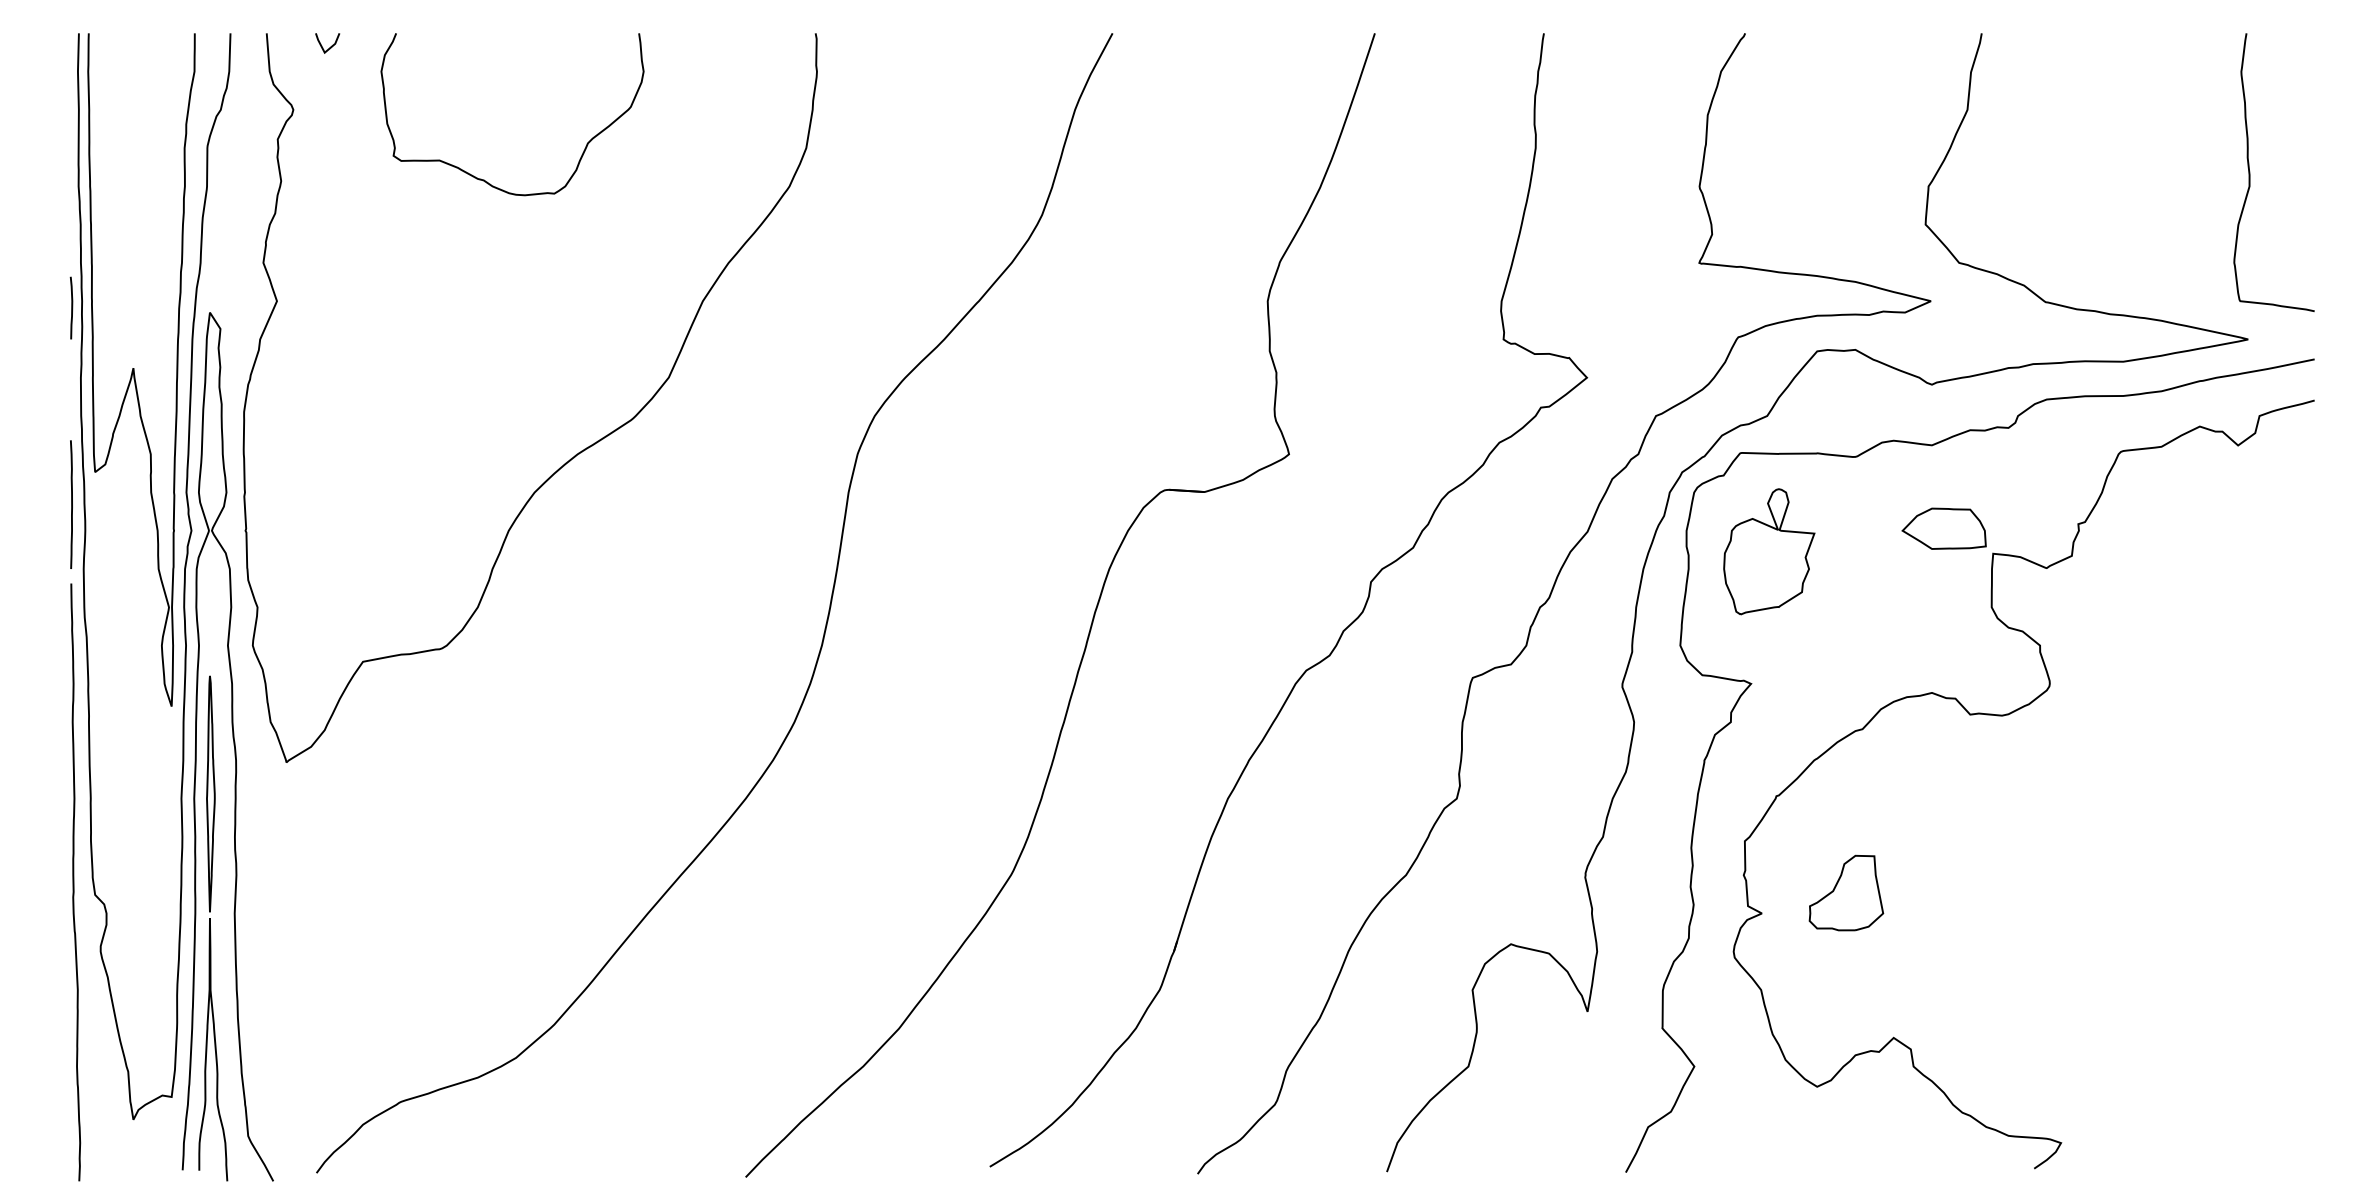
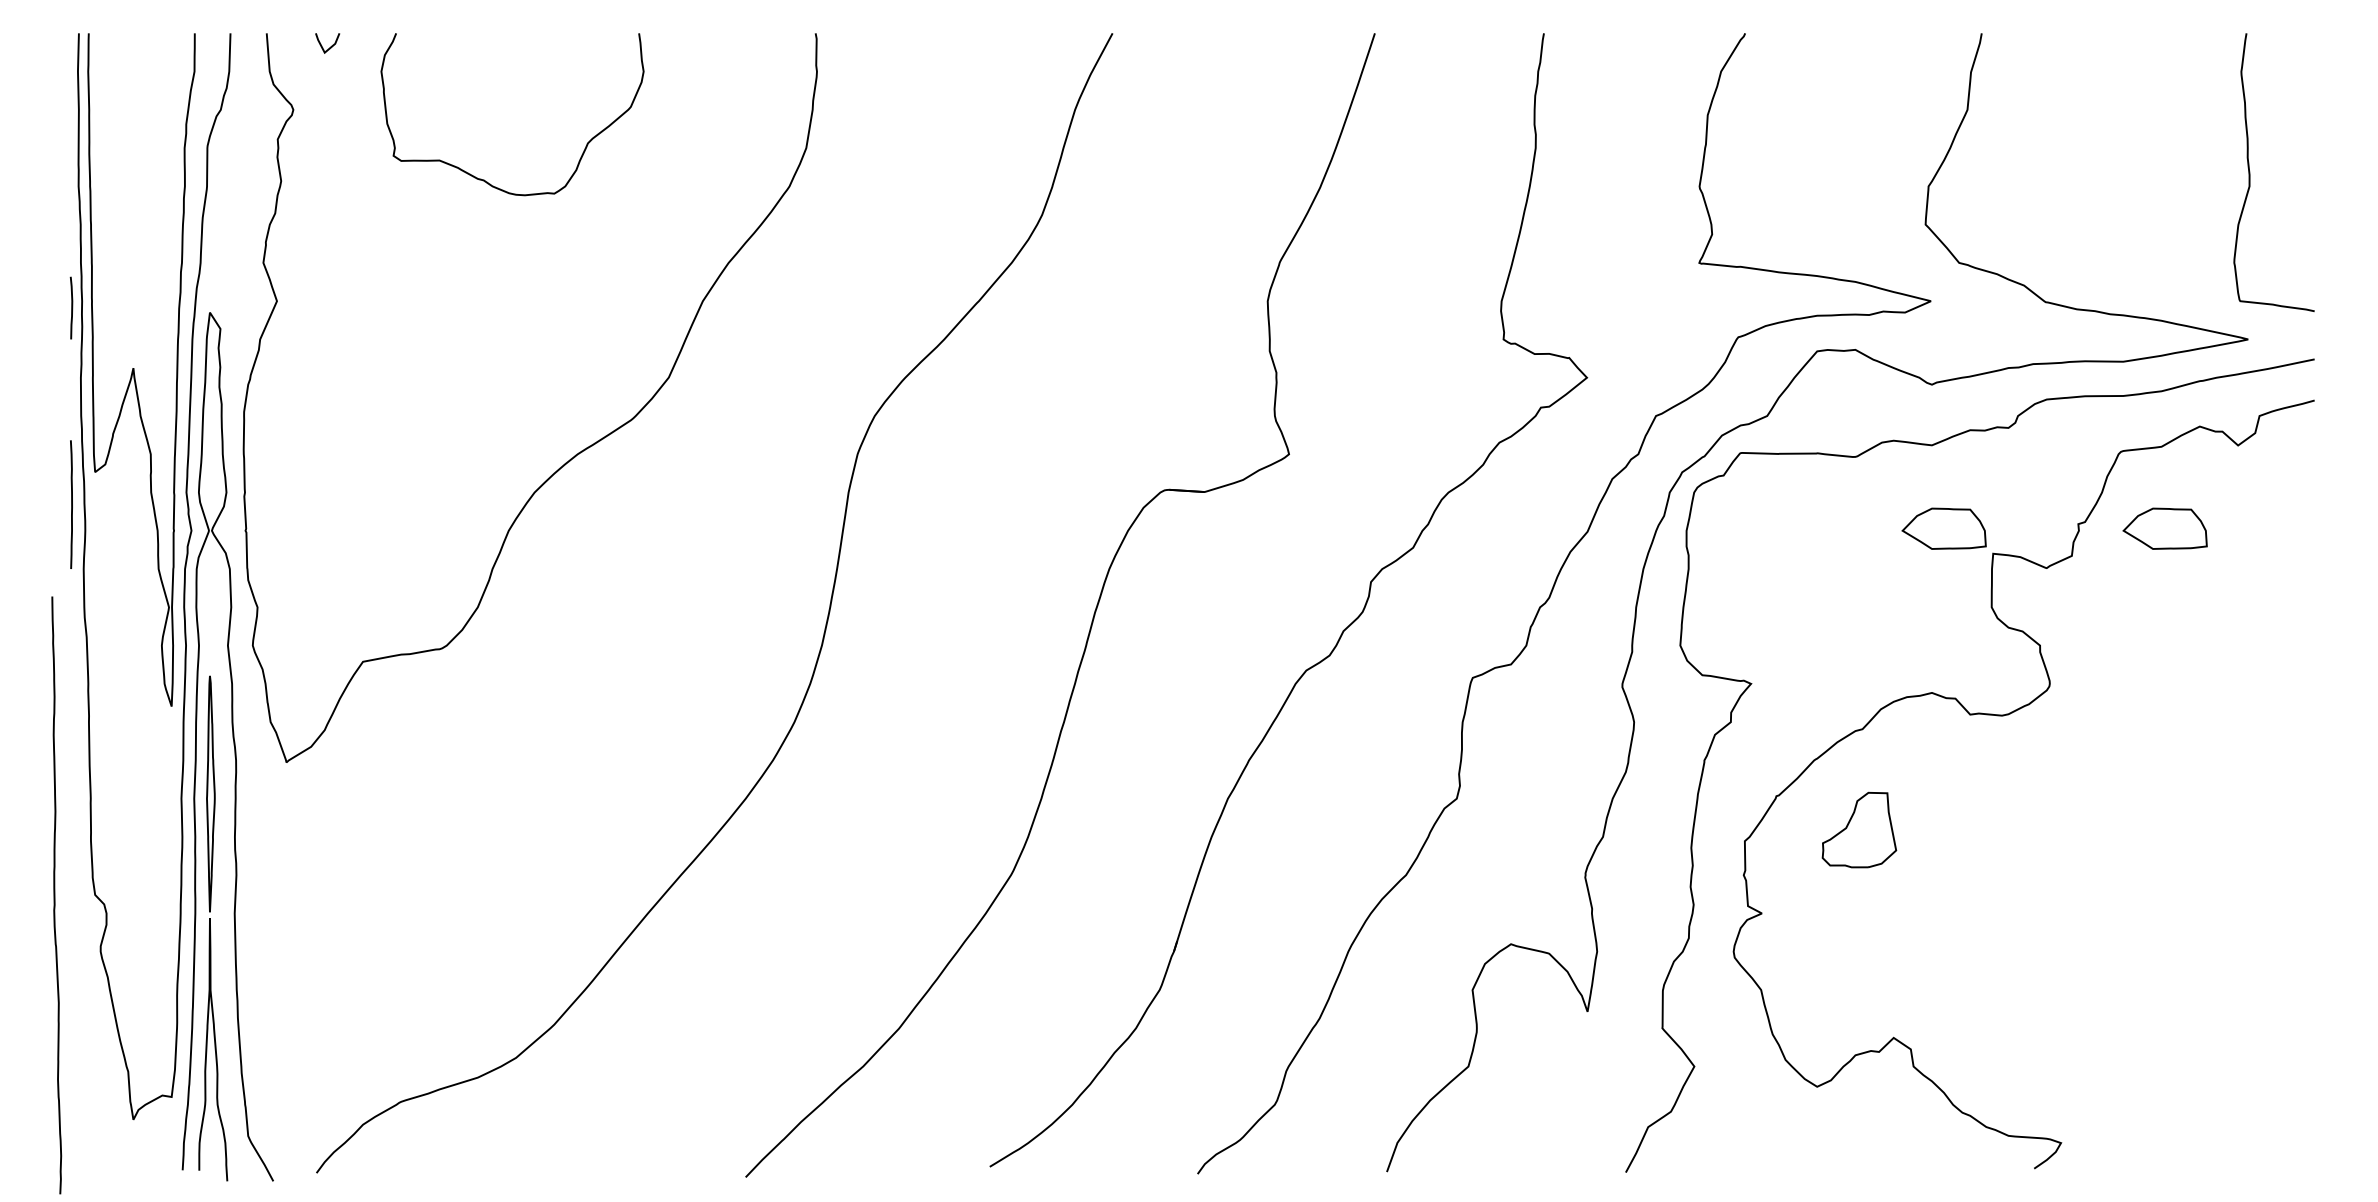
part at (2164, 528): none -> present
part at (1769, 551): present -> none
curve at (74, 882) position: (74, 882) -> (55, 895)
part at (1846, 892) position: (1846, 892) -> (1859, 829)
